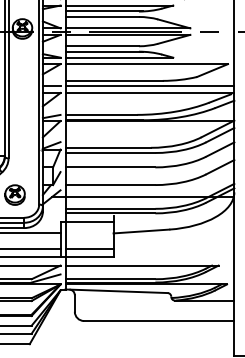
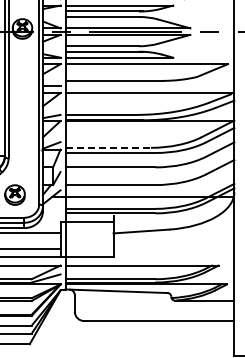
line at (149, 86): present -> none
line at (108, 147): solid -> dashed
line at (89, 249): present -> none
